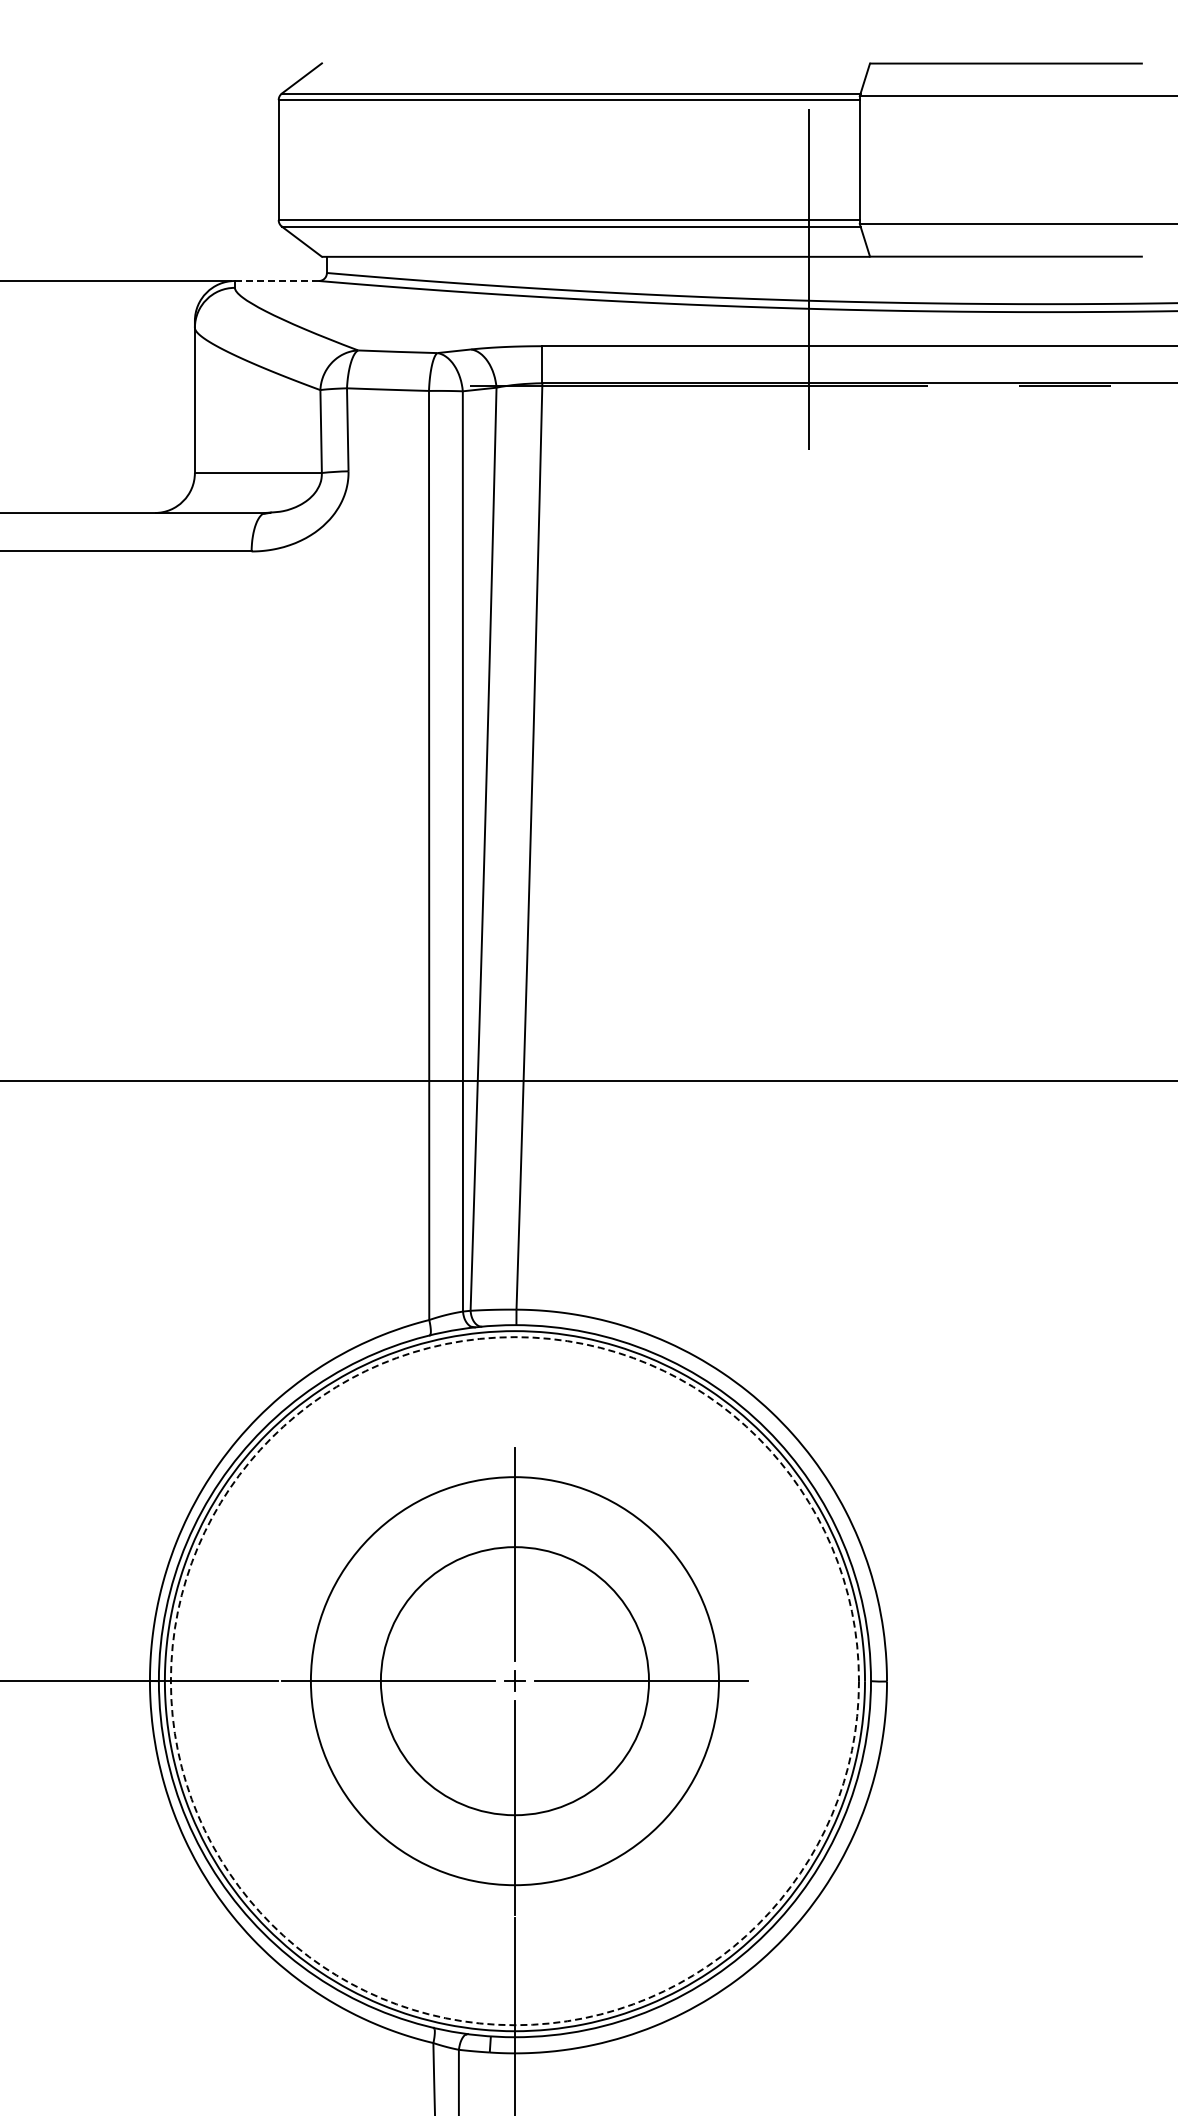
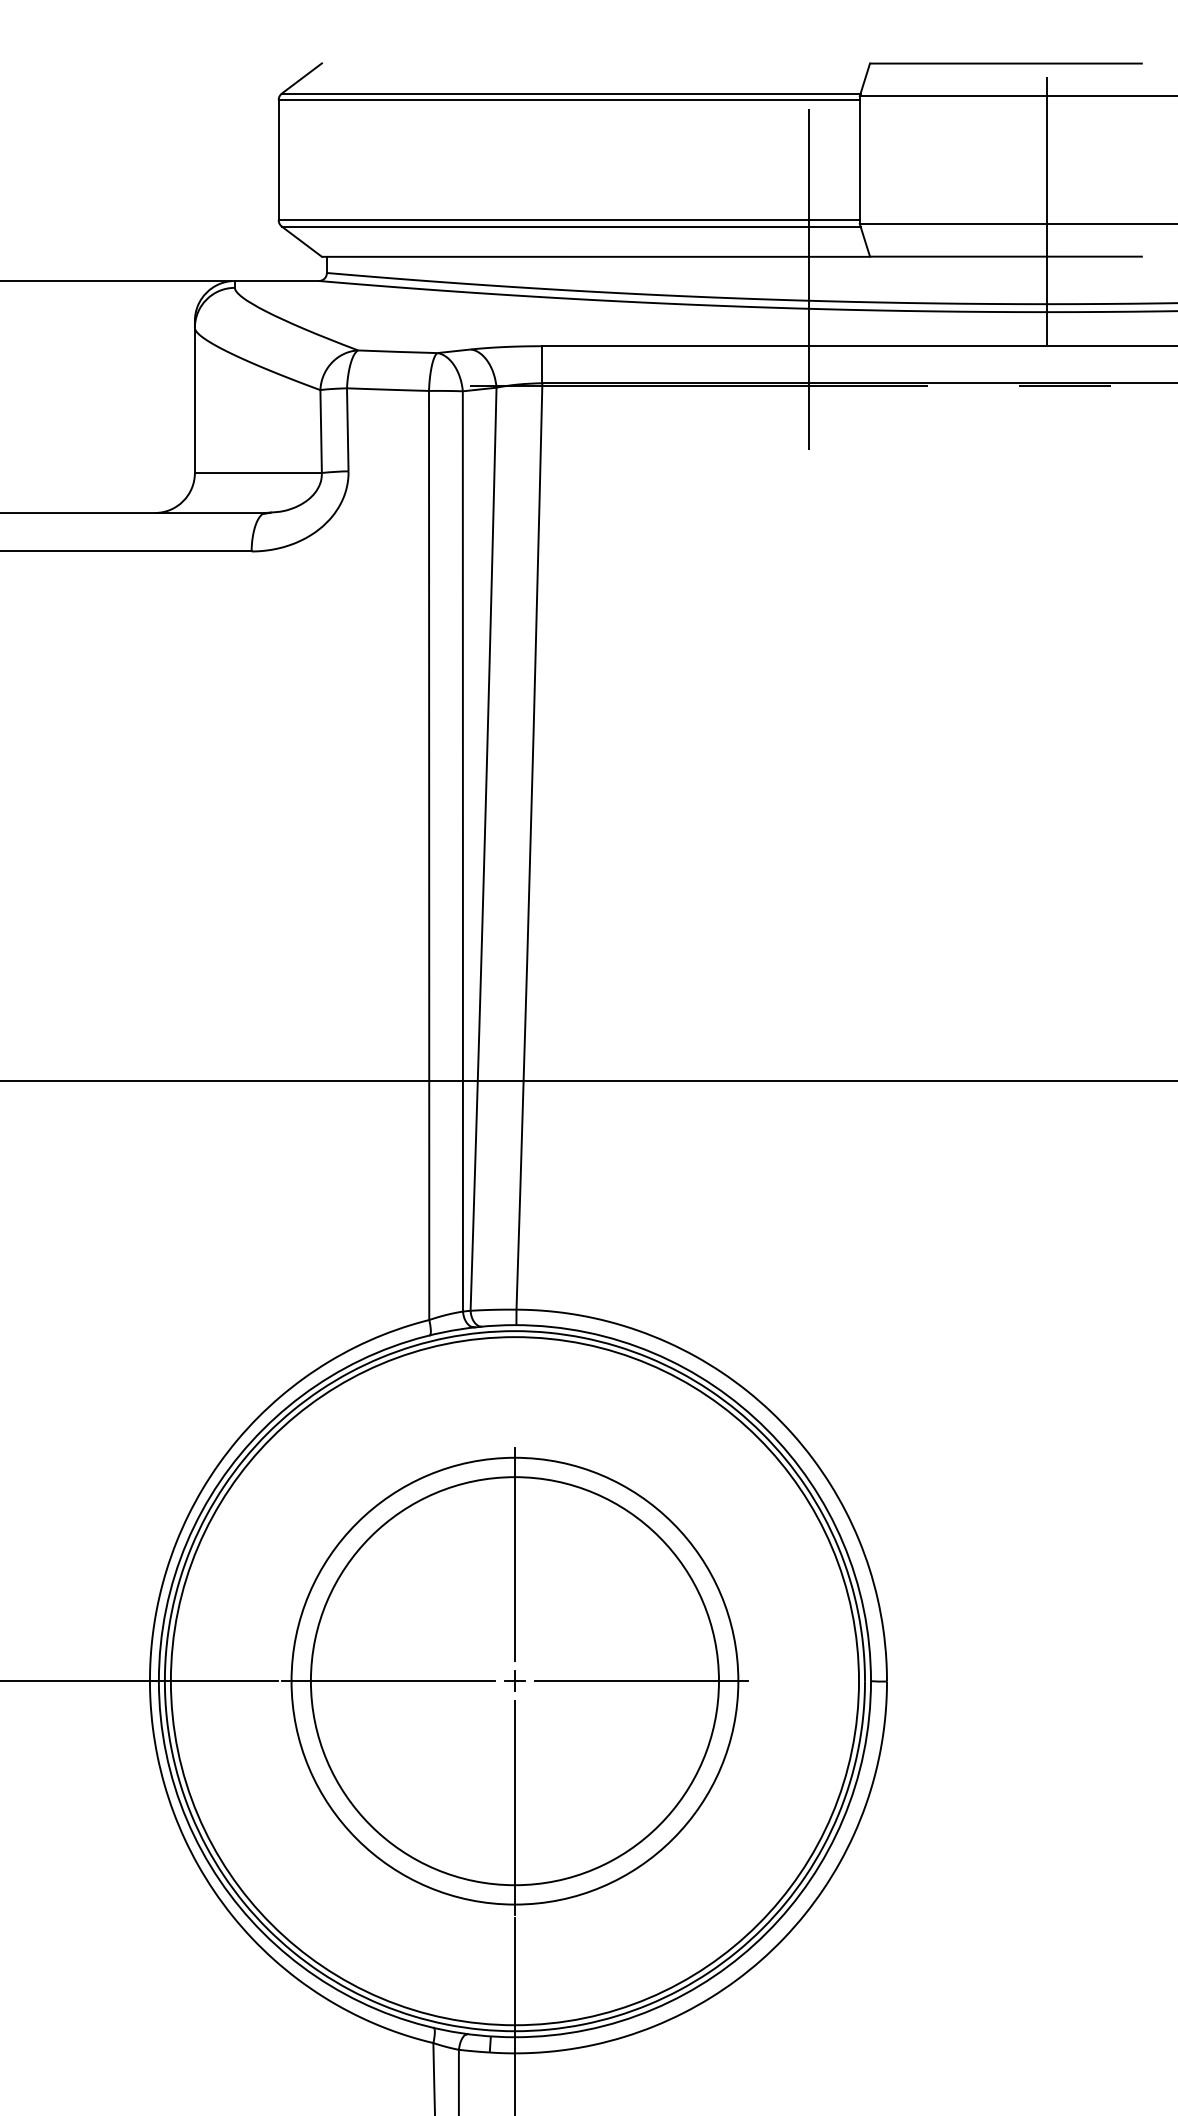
line at (1047, 210): none -> present
line at (276, 280): dashed -> solid
circle at (514, 1681) diameter: 268 px -> 447 px
circle at (514, 1681): dashed -> solid
